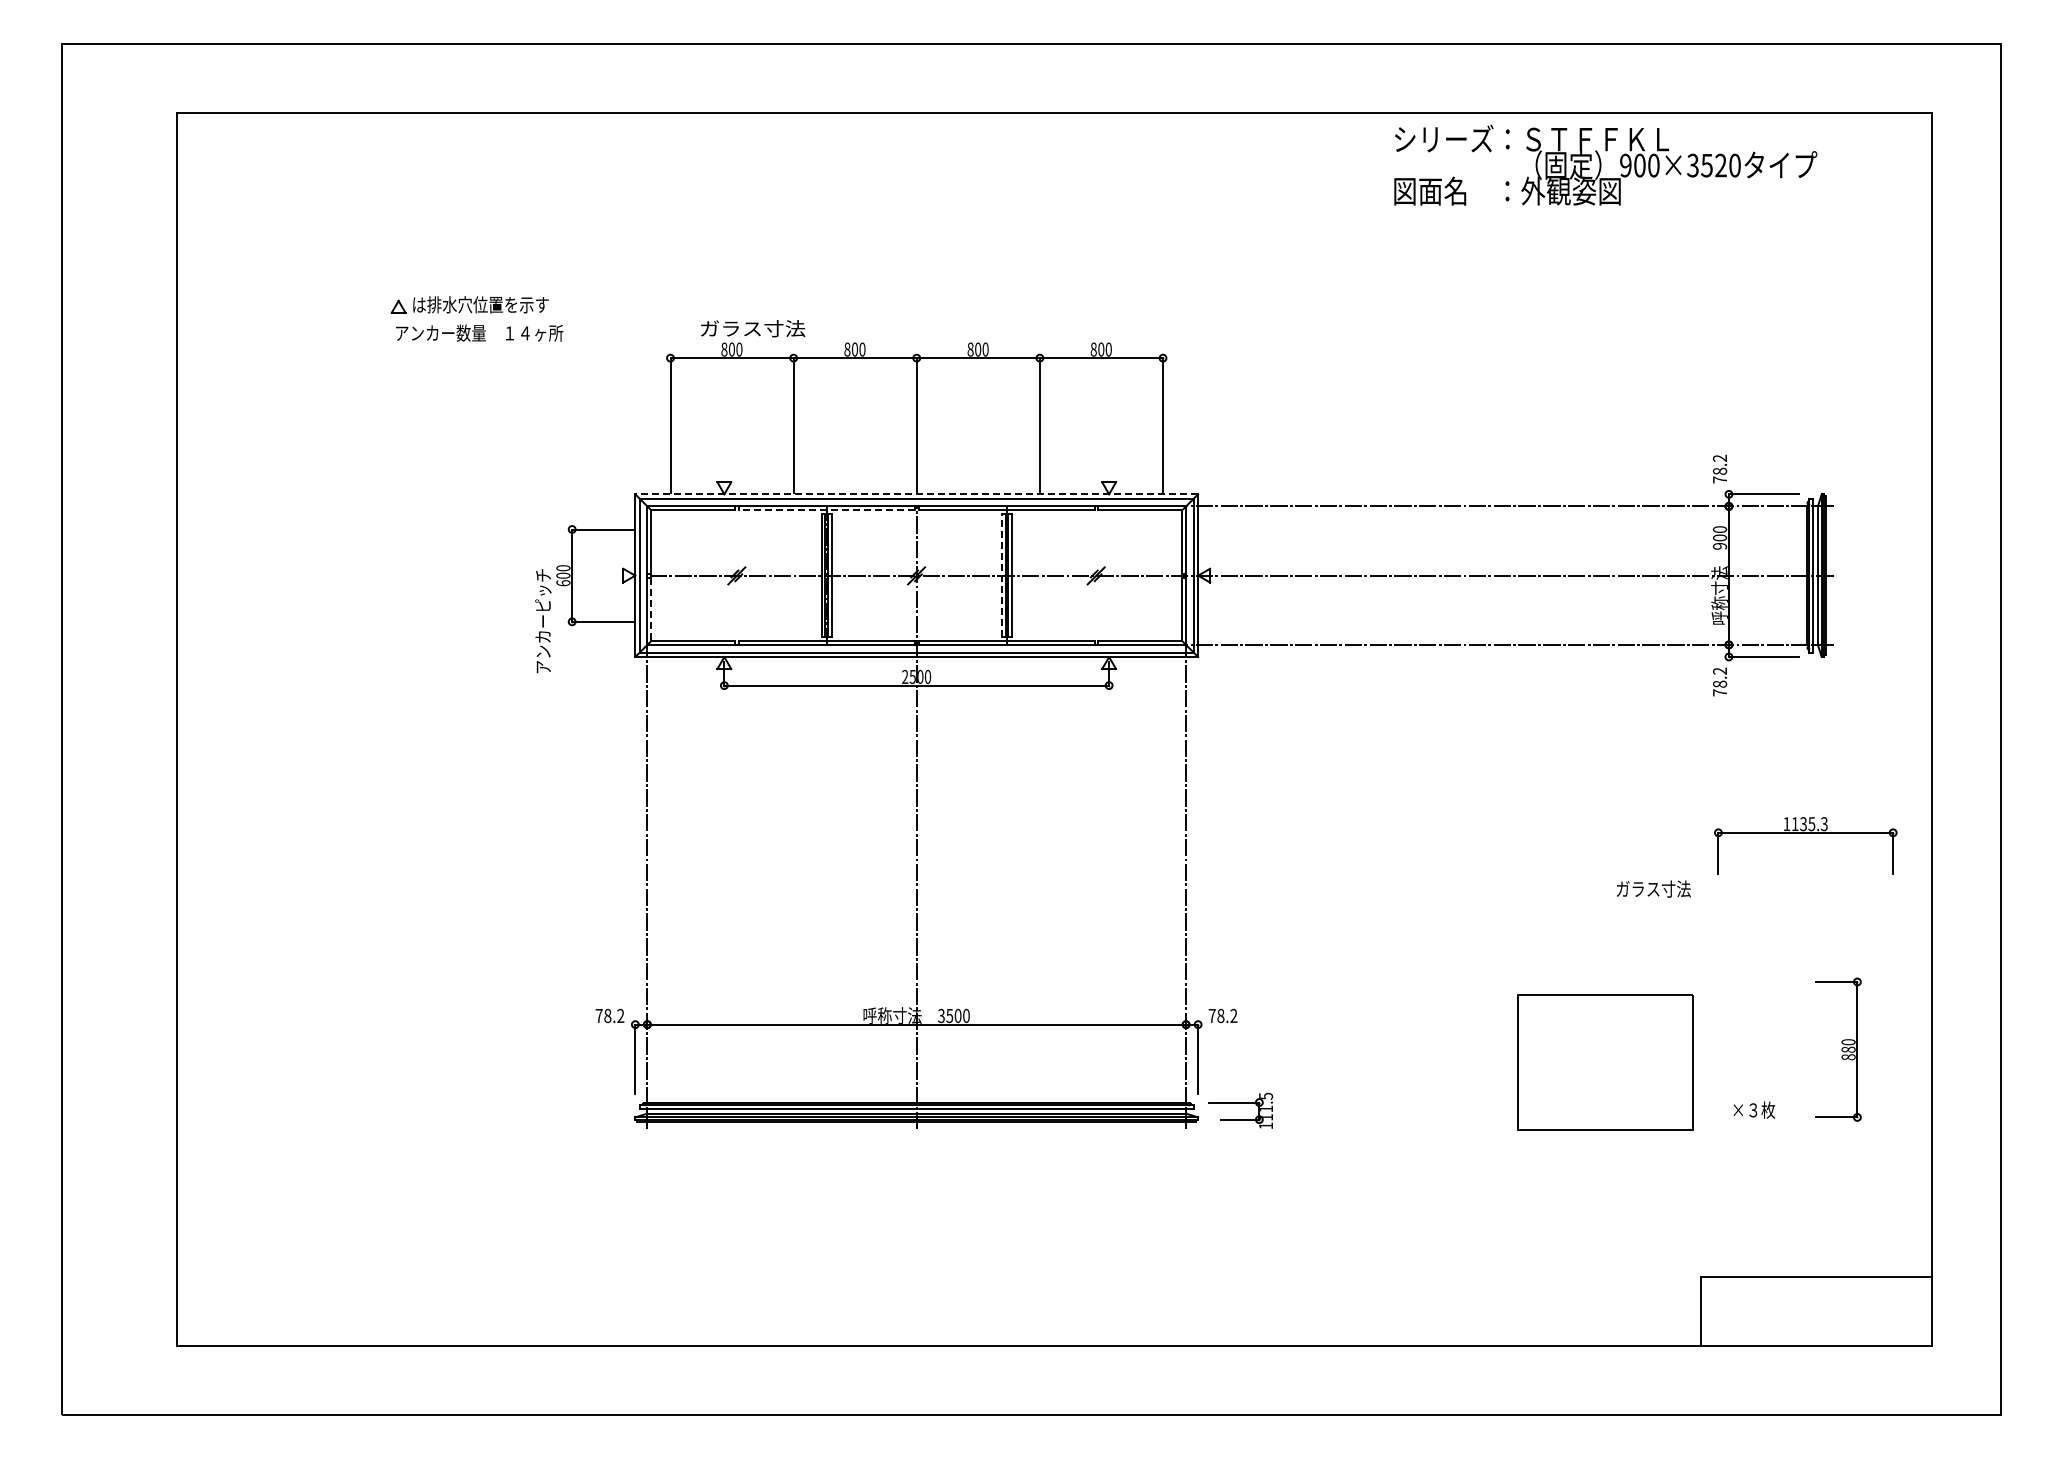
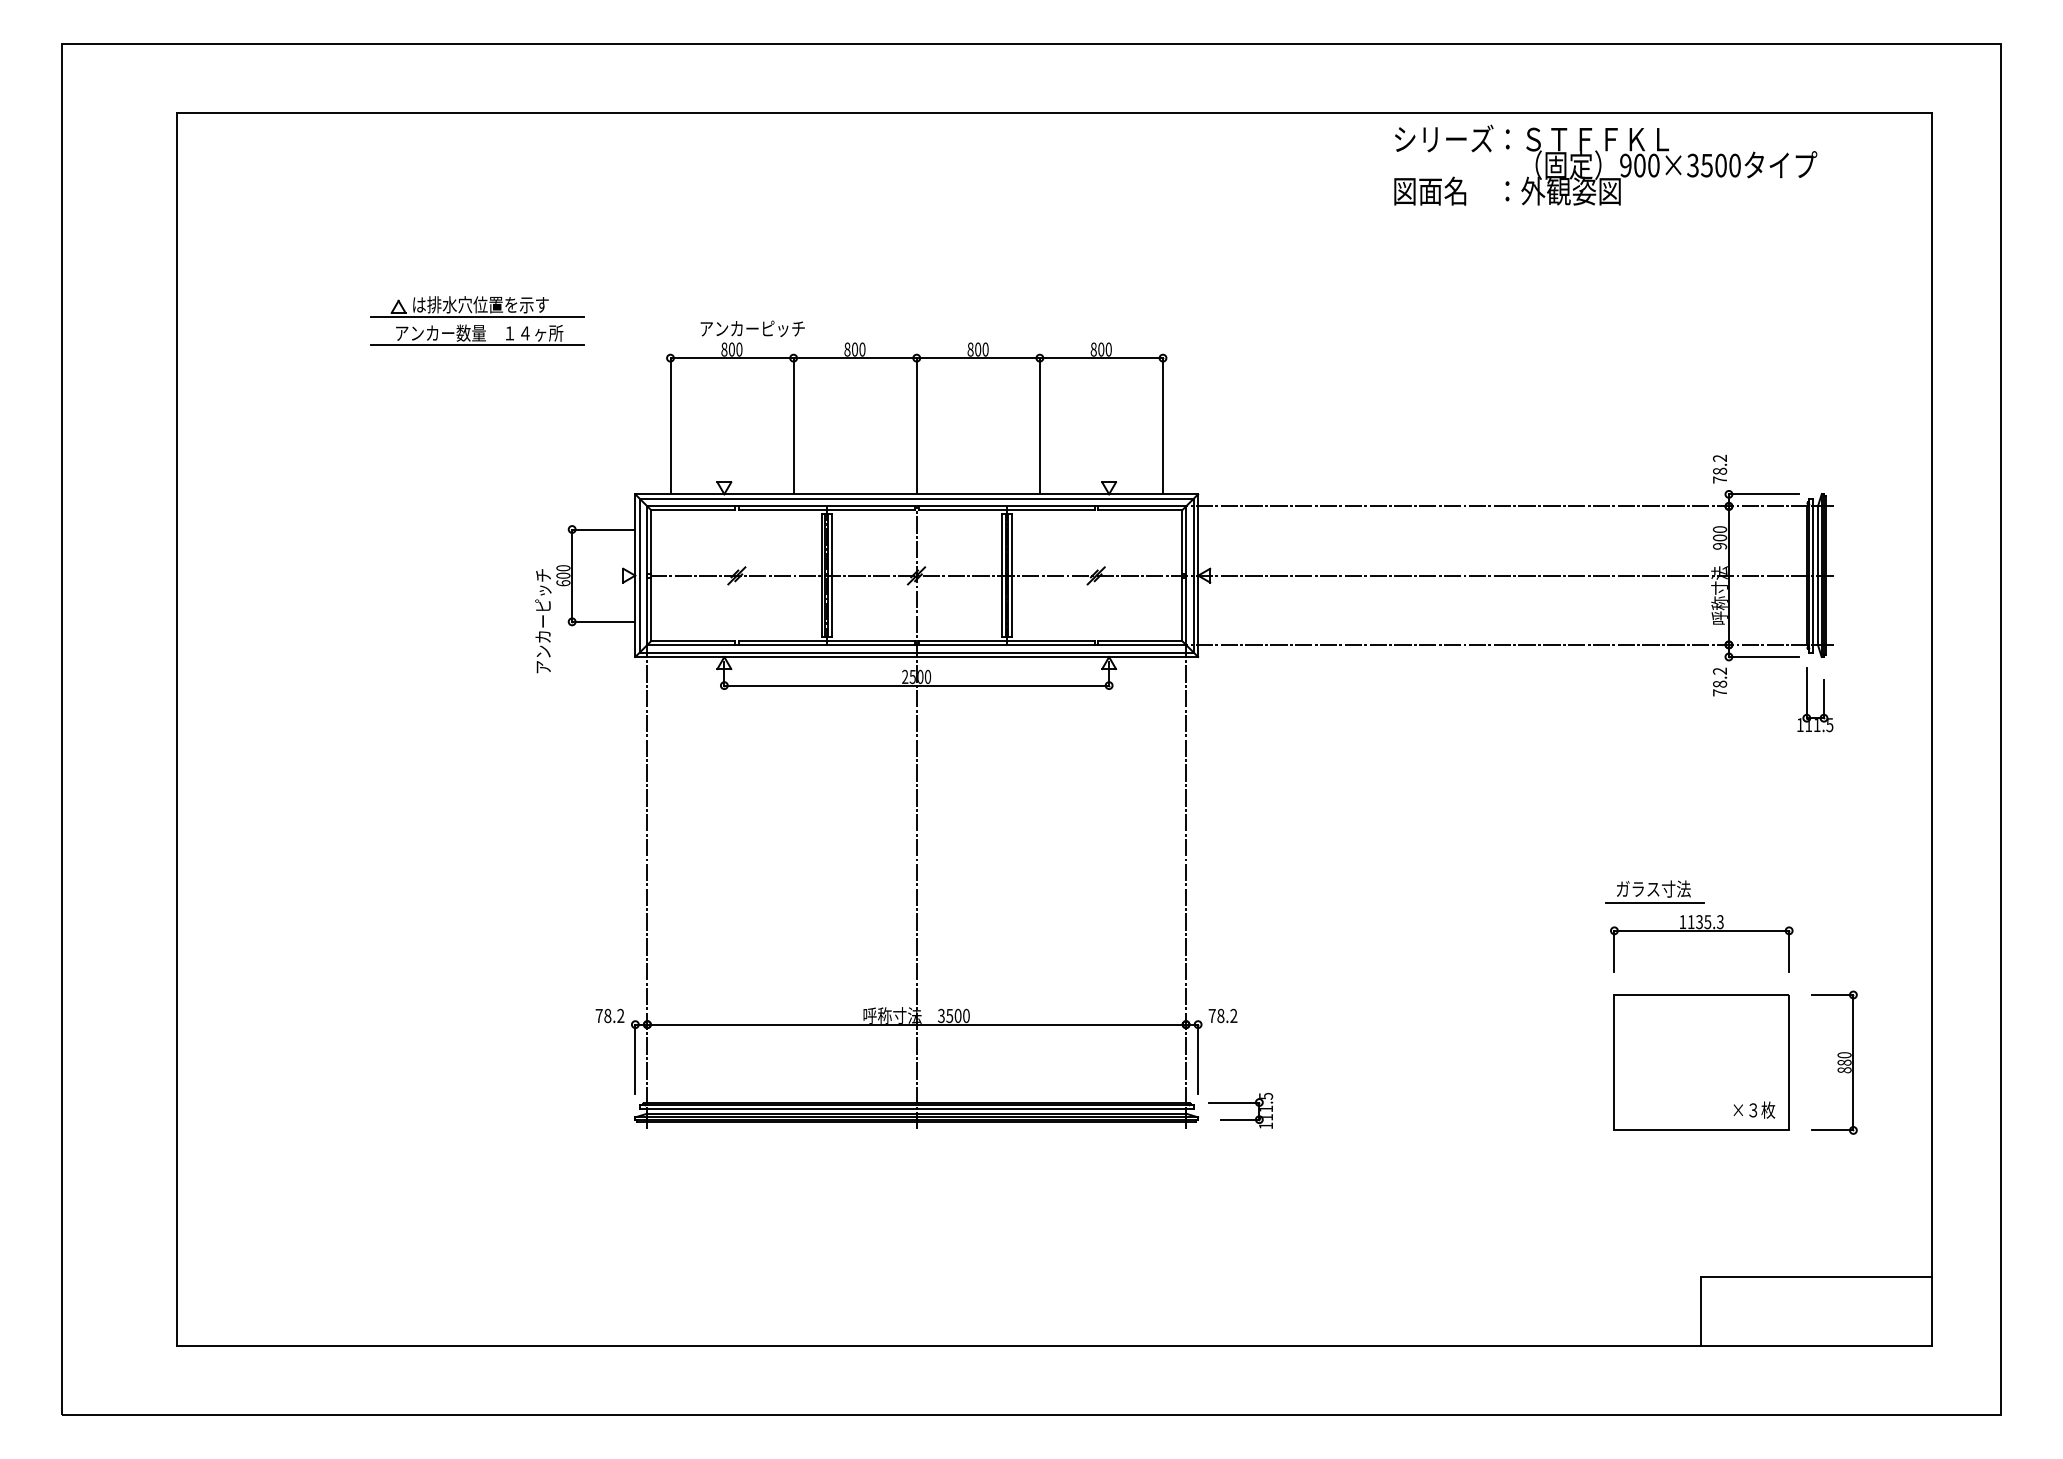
text at (1720, 165): 900×3520 -> 900×3500
line at (477, 317): none -> present
text at (752, 328): ガラス寸法 -> アンカーピッチ
line at (477, 344): none -> present
line at (916, 494): dashed -> solid
line at (826, 510): dashed -> solid
line at (1001, 575): dashed -> solid
line at (651, 609): dashed -> solid
part at (1807, 699): none -> present
part at (1805, 833) position: (1805, 833) -> (1701, 931)
line at (1654, 903): none -> present
part at (1838, 1049) position: (1838, 1049) -> (1834, 1062)
part at (1605, 1062) position: (1605, 1062) -> (1701, 1062)
